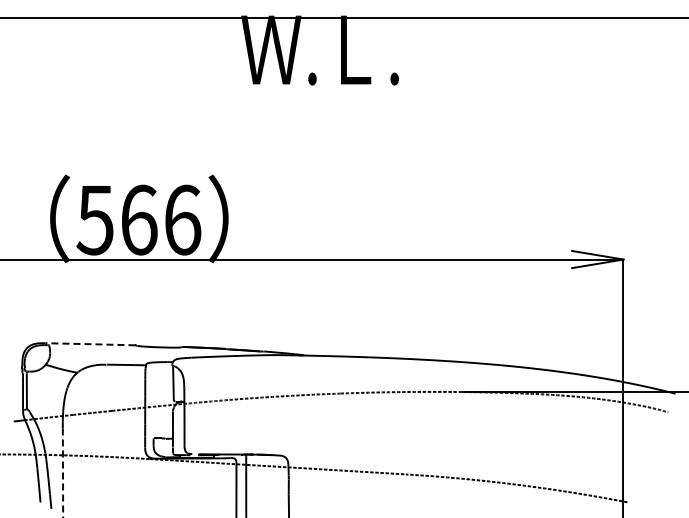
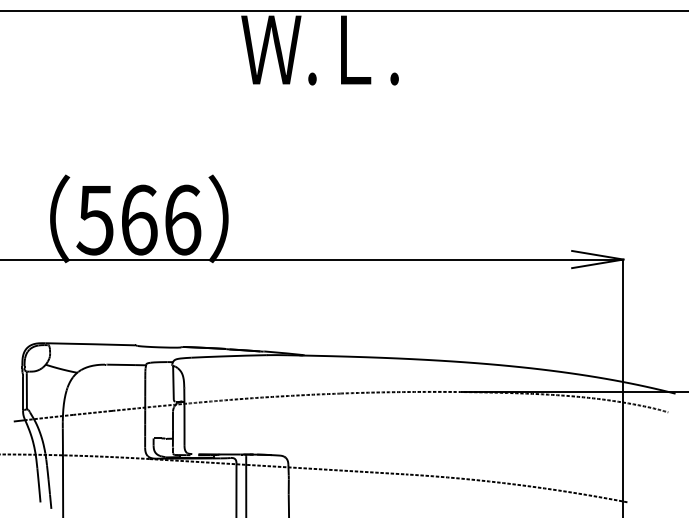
line at (343, 17) position: (343, 17) -> (343, 10)
line at (89, 344): dashed -> solid
line at (63, 472): dashed -> solid
